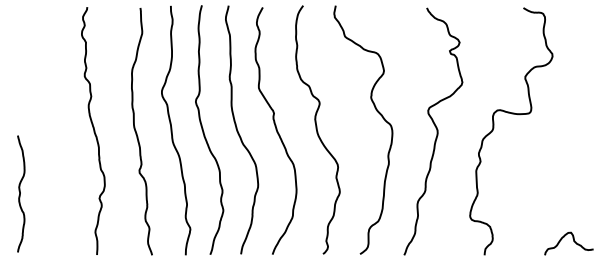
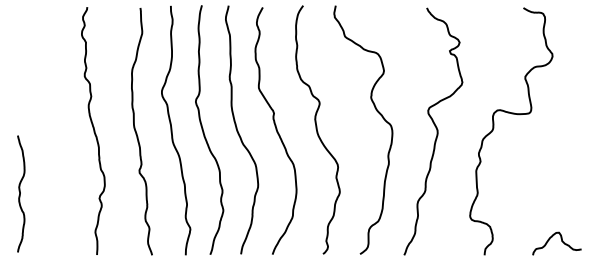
curve at (573, 241) position: (573, 241) -> (561, 241)
